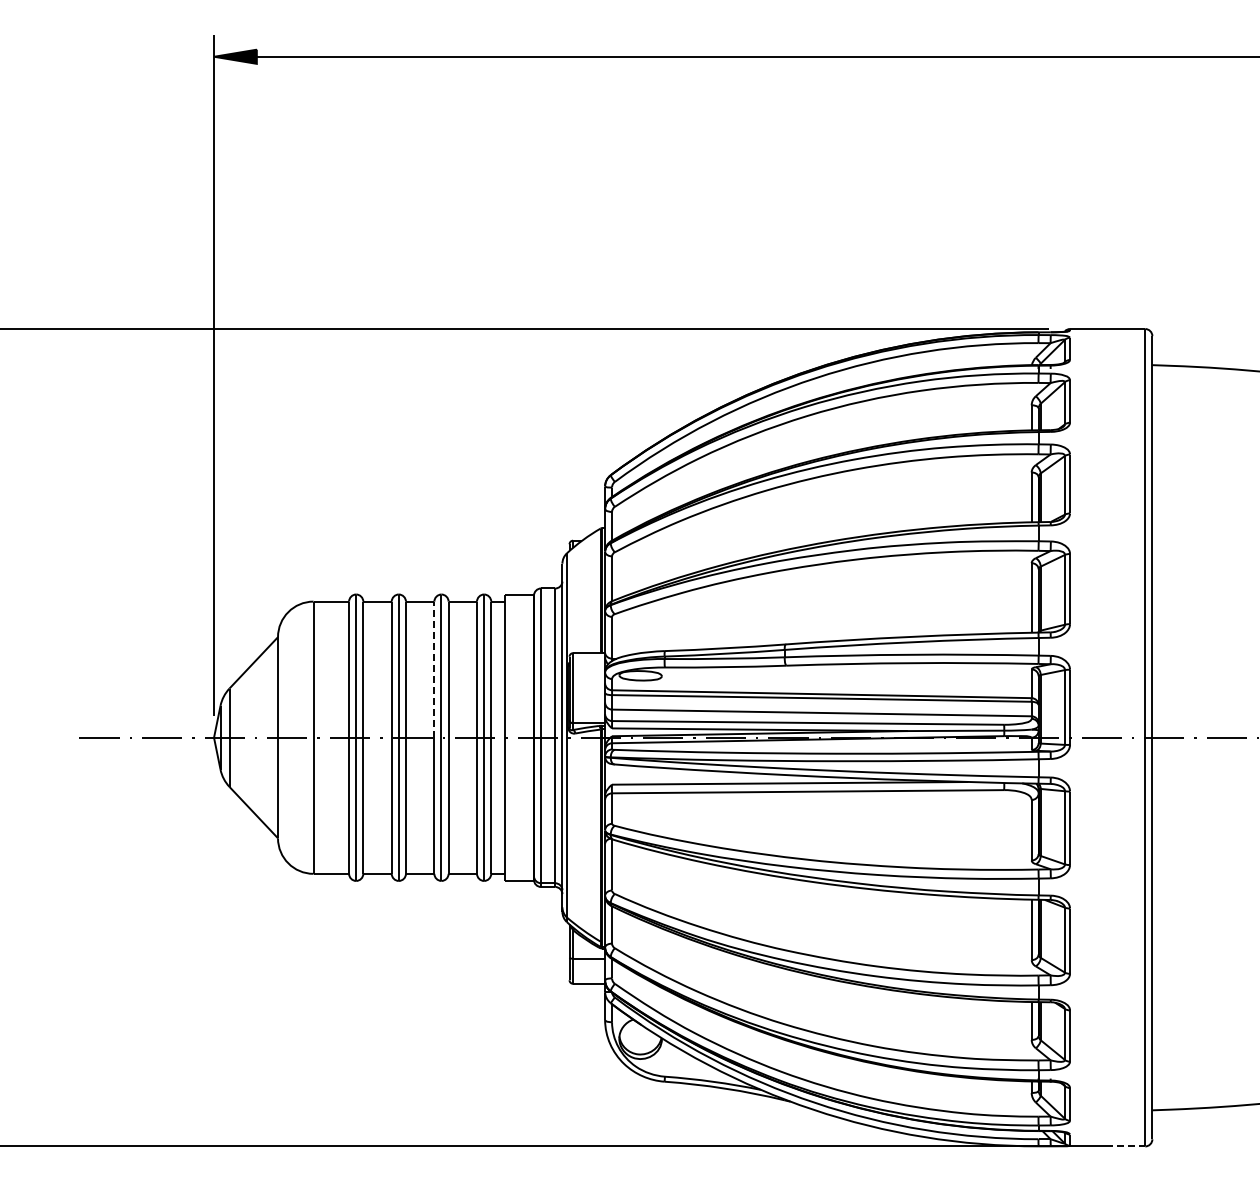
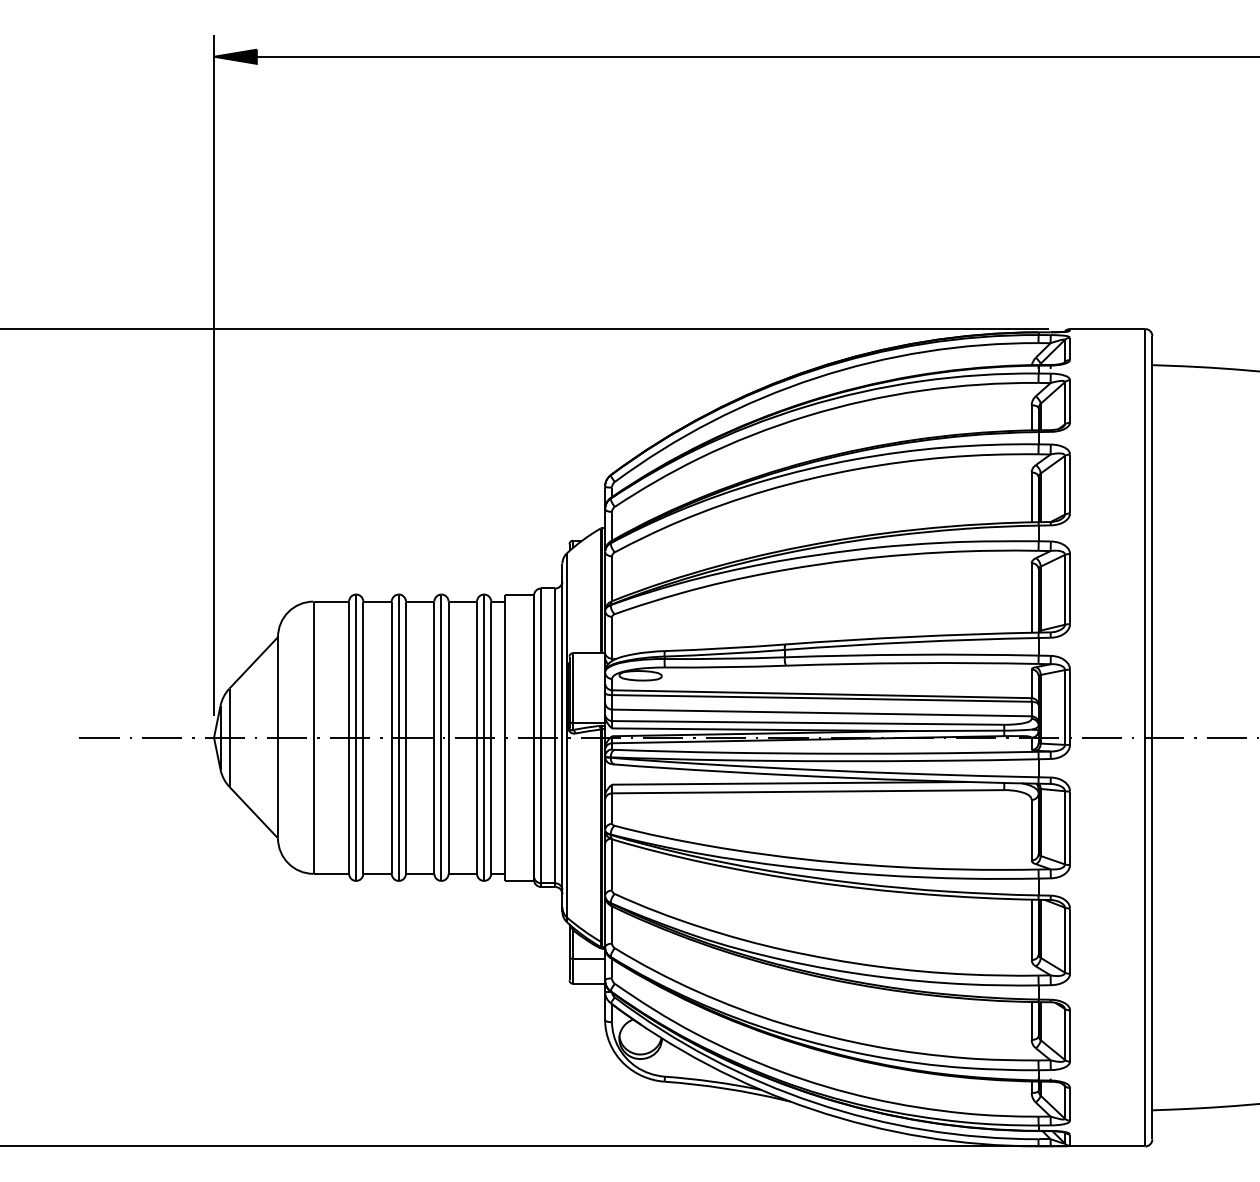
line at (434, 669): dashed -> solid
line at (1125, 1146): dashed -> solid
